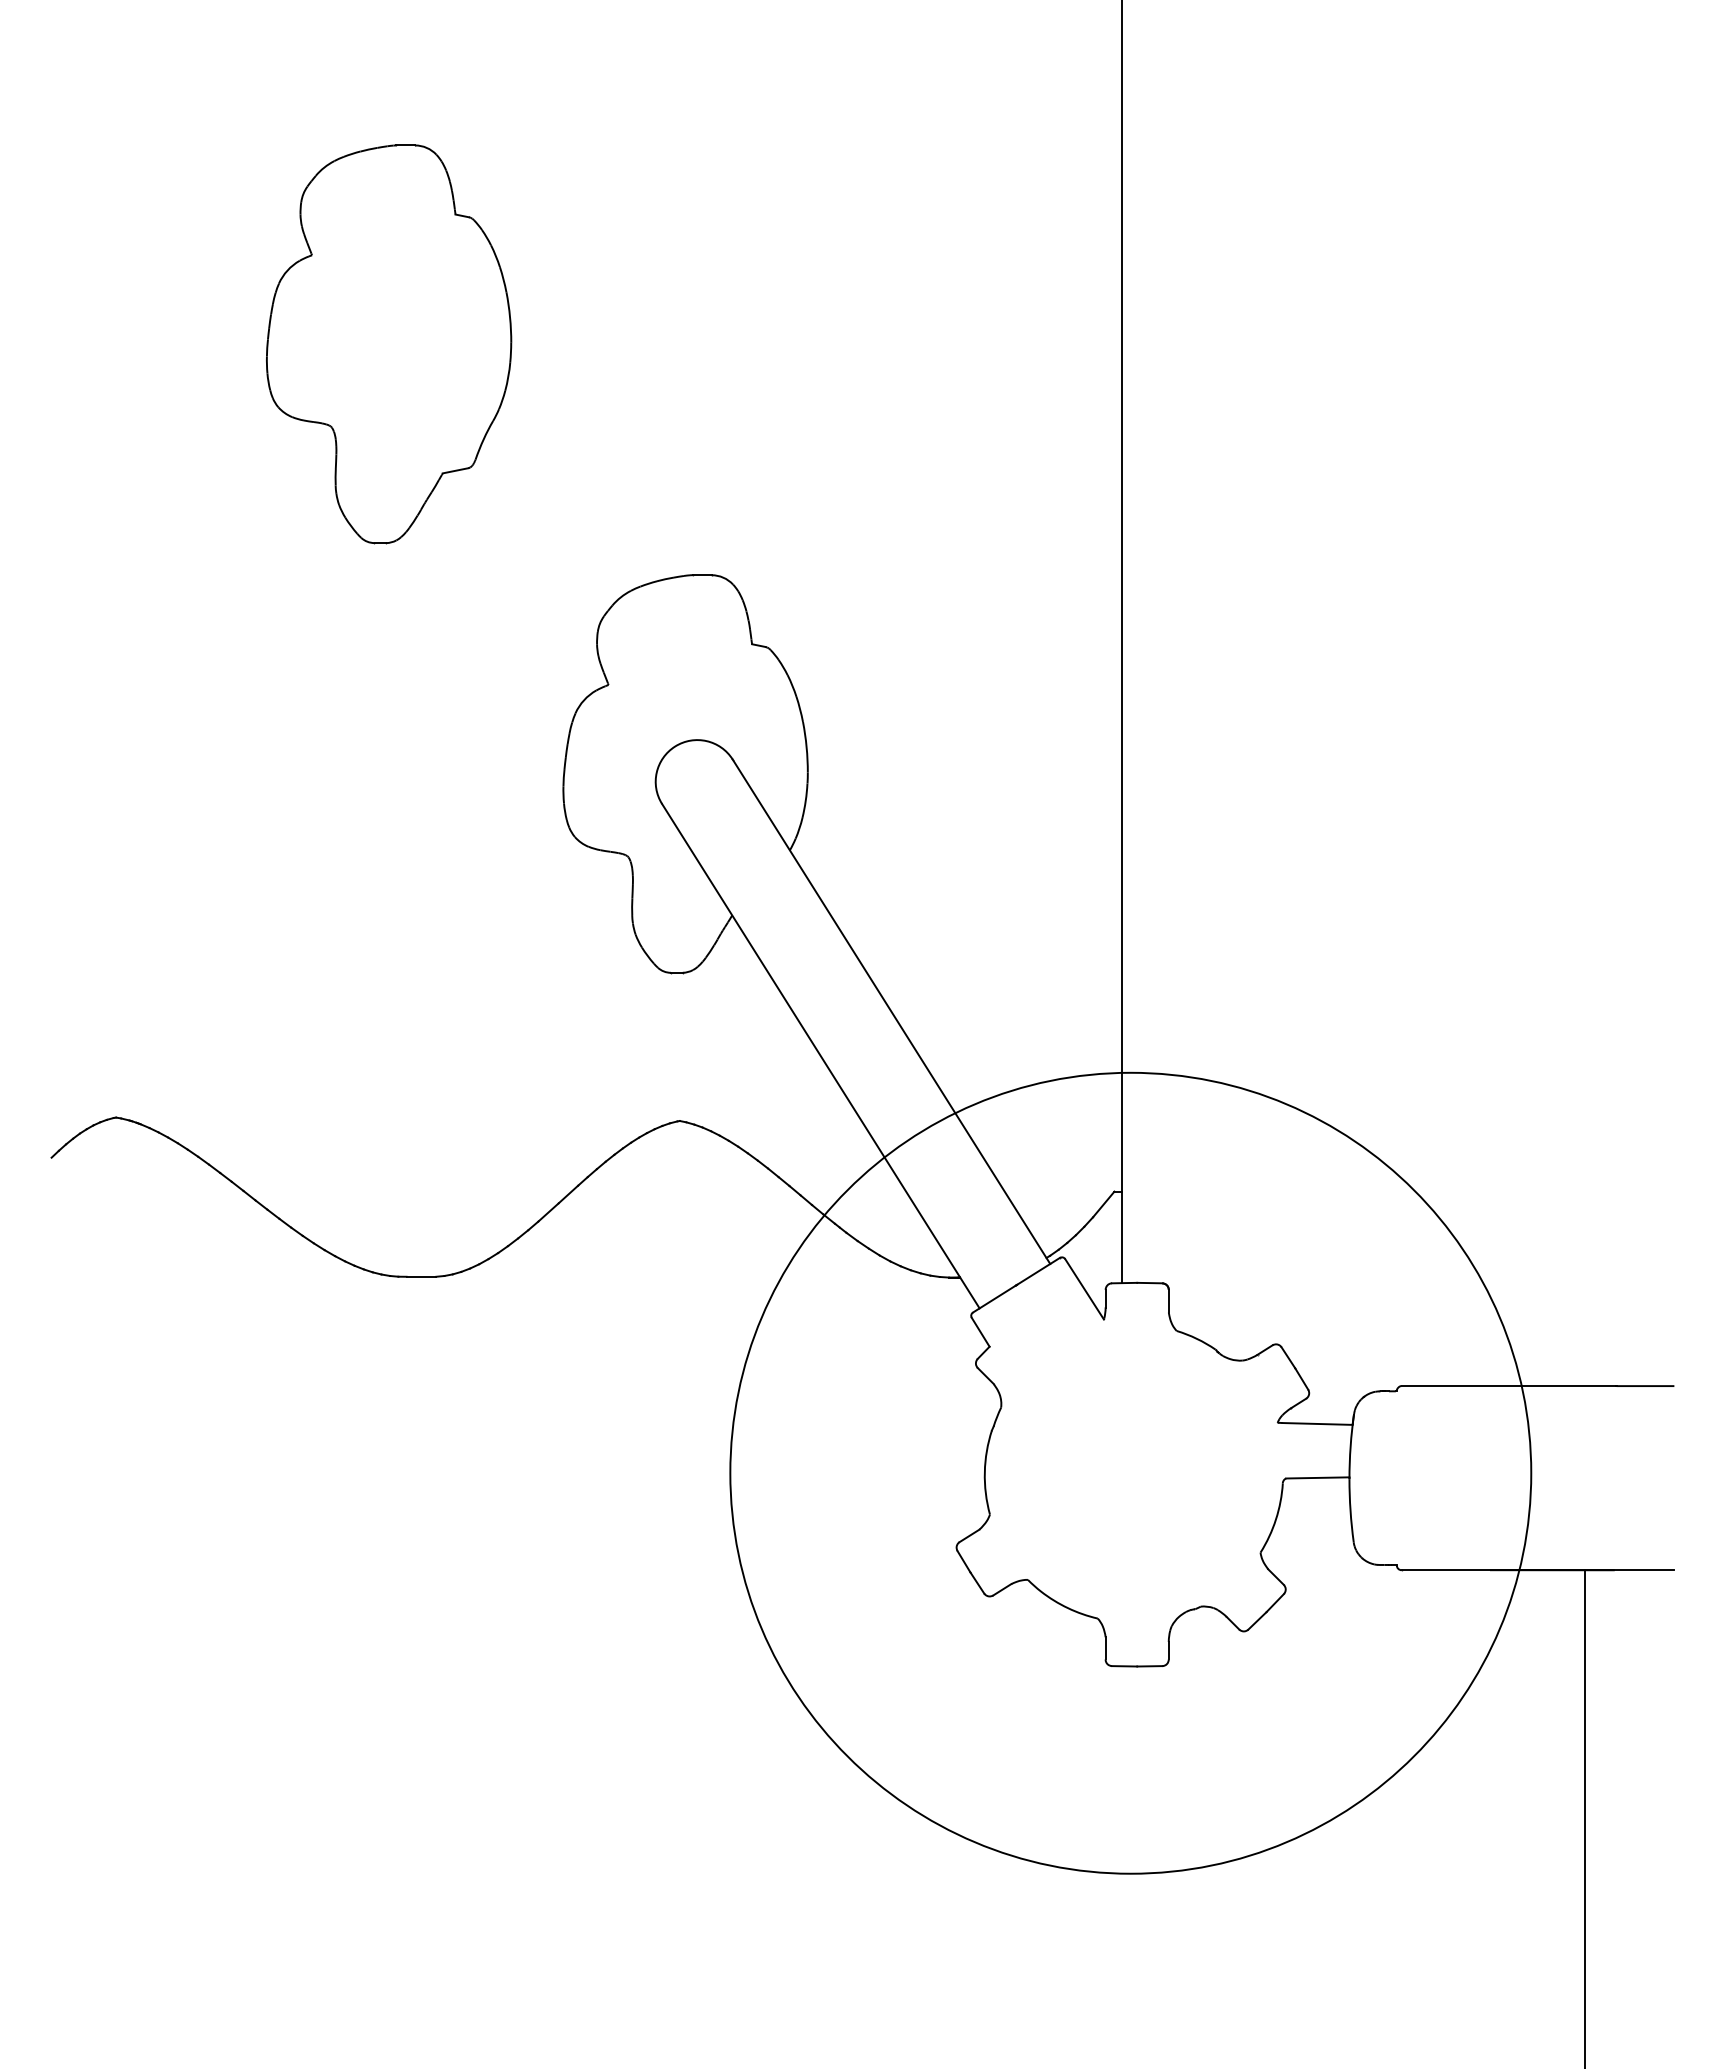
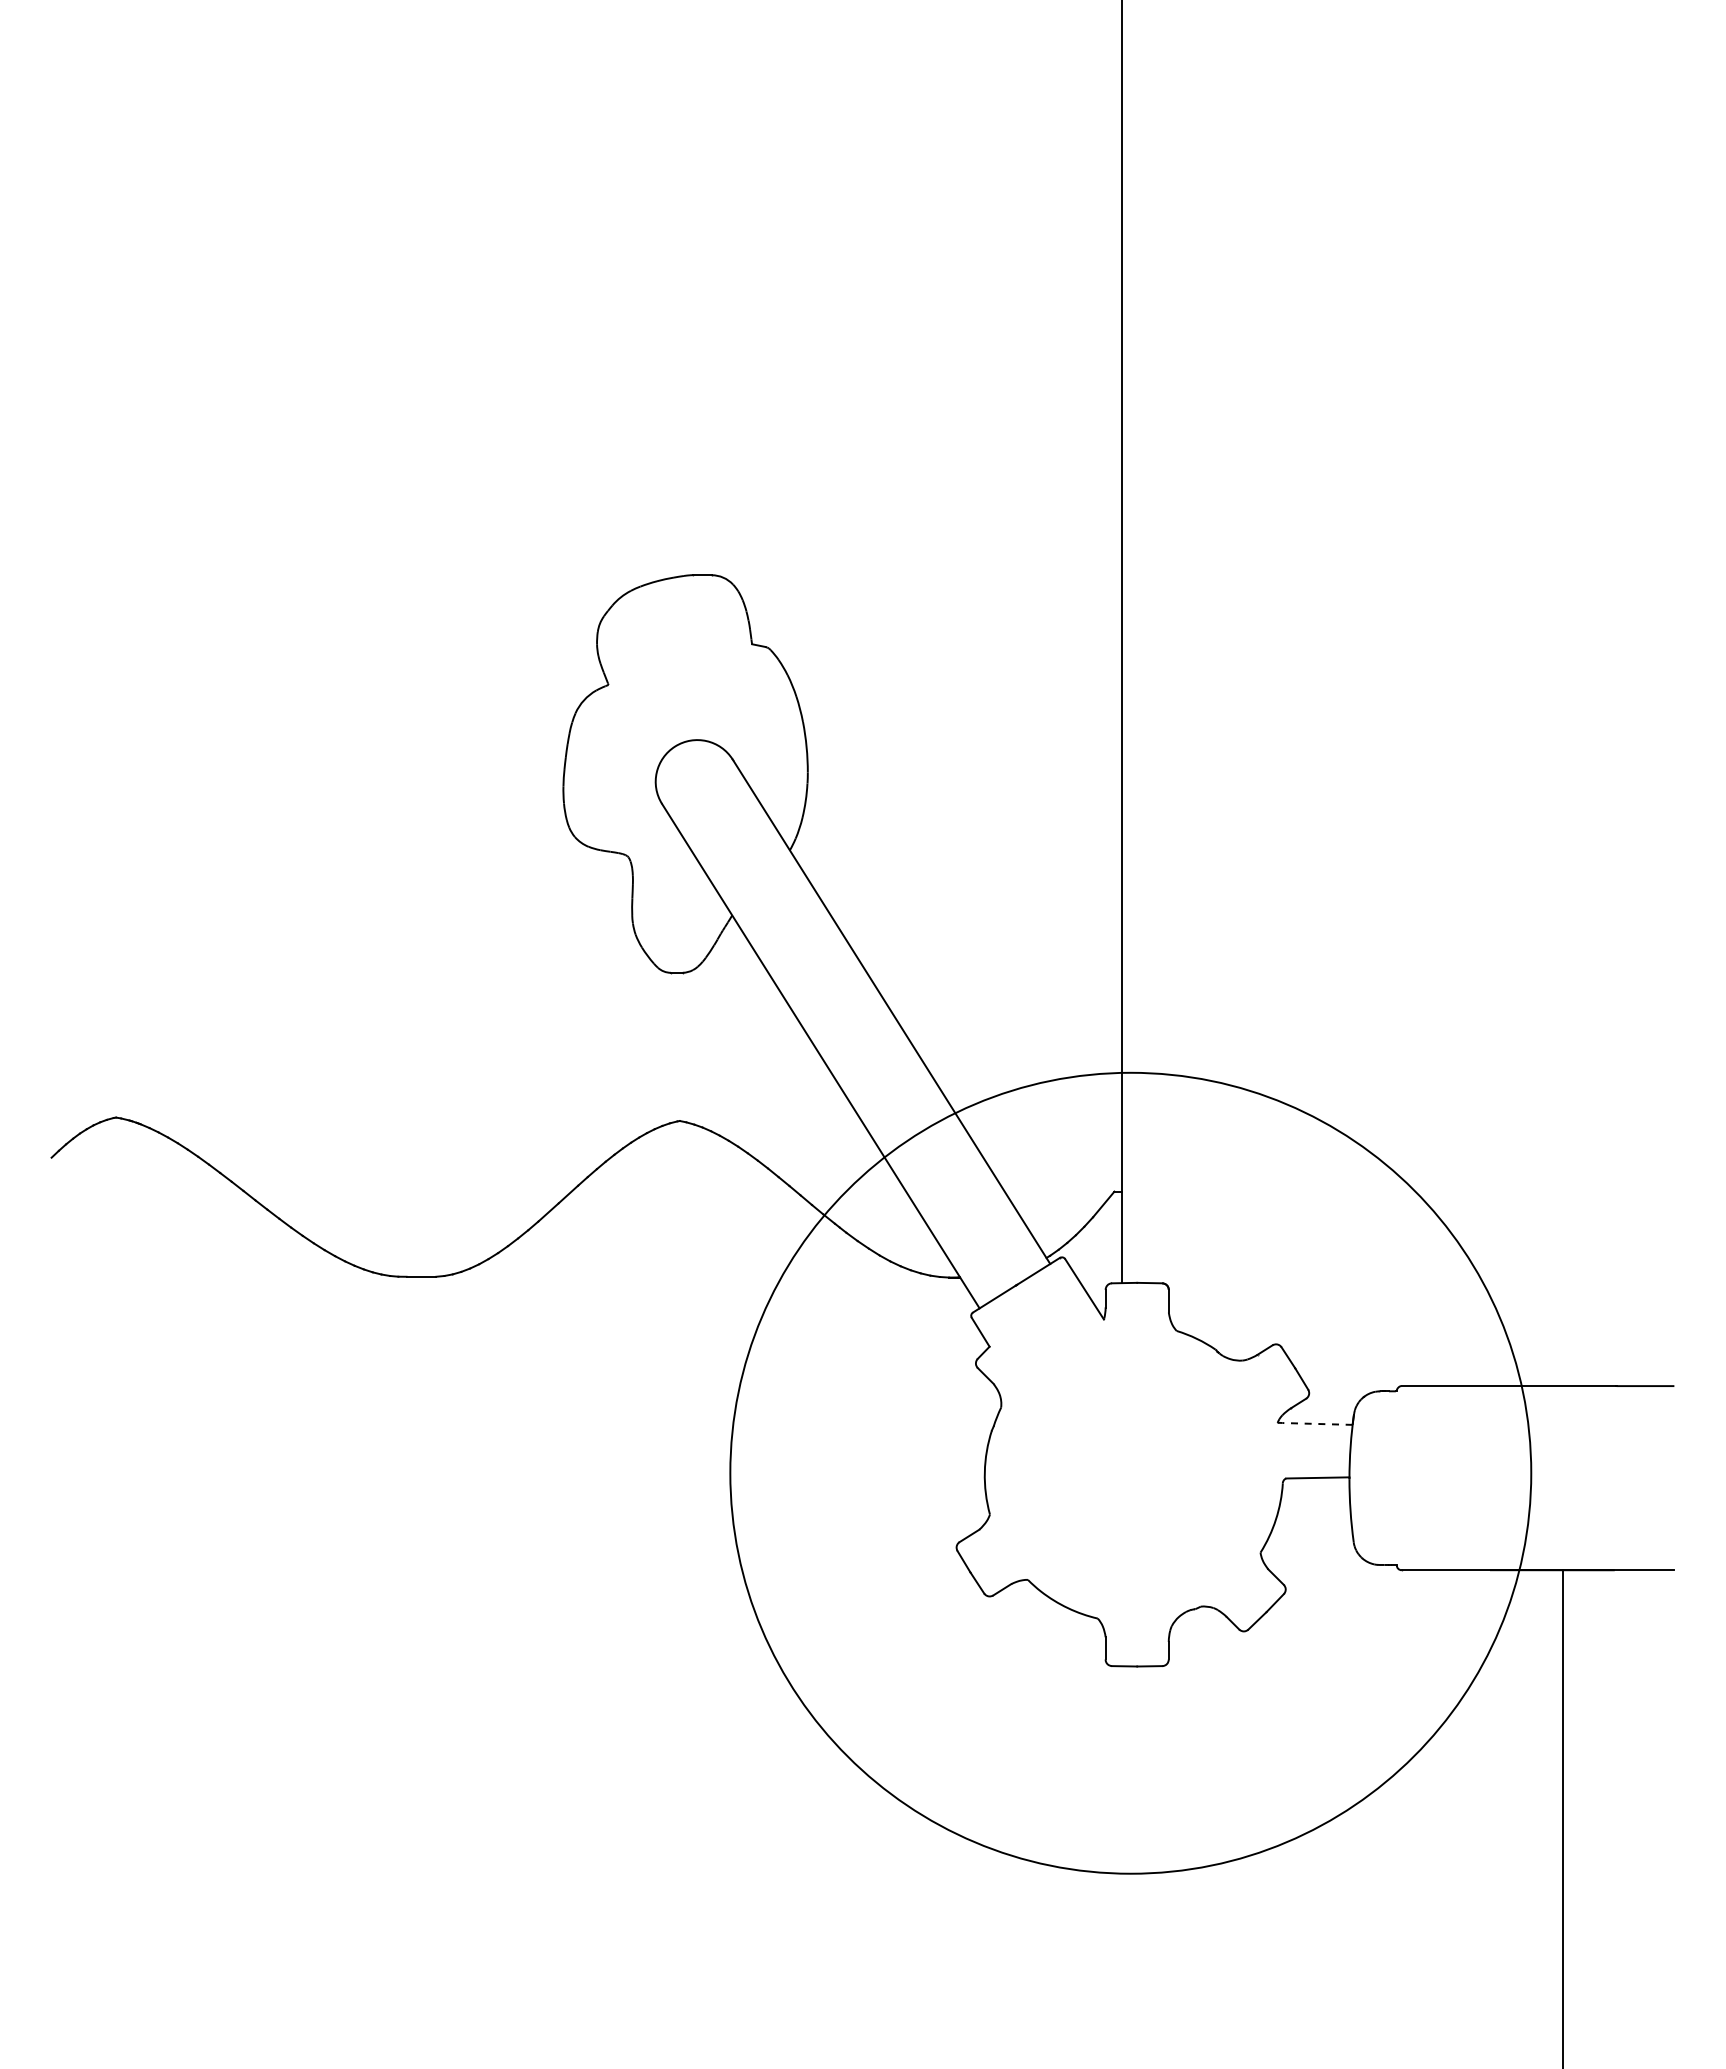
part at (389, 344): present -> none
line at (1317, 1423): solid -> dashed
line at (1585, 1817) position: (1585, 1817) -> (1563, 1817)
